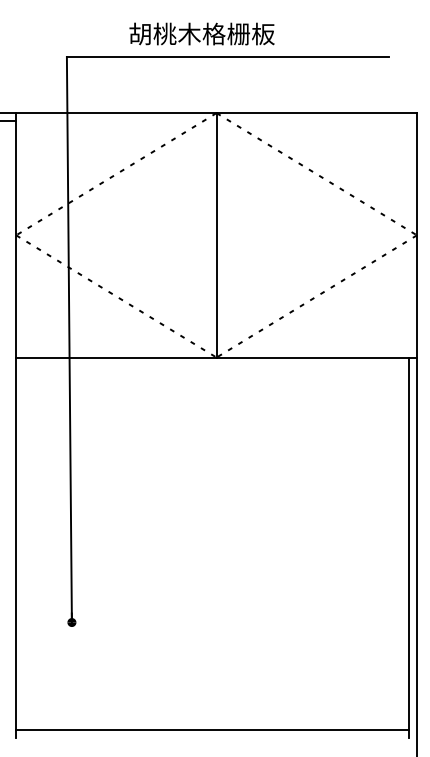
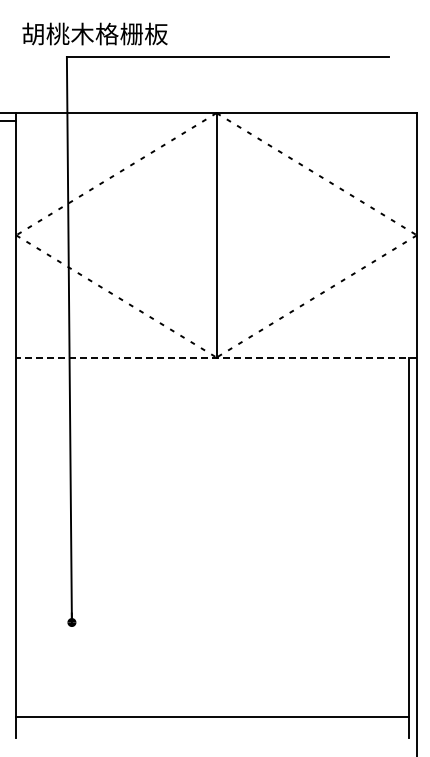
text at (201, 33) position: (201, 33) -> (94, 33)
line at (216, 357): solid -> dashed
line at (212, 730) position: (212, 730) -> (212, 717)
